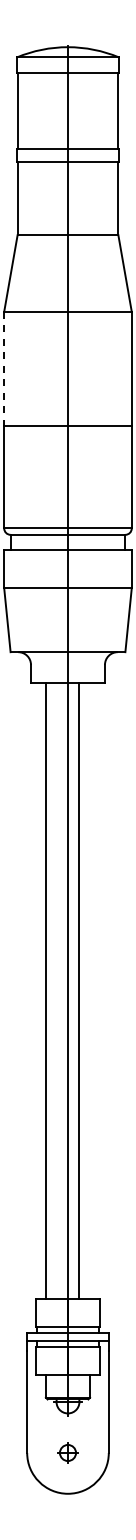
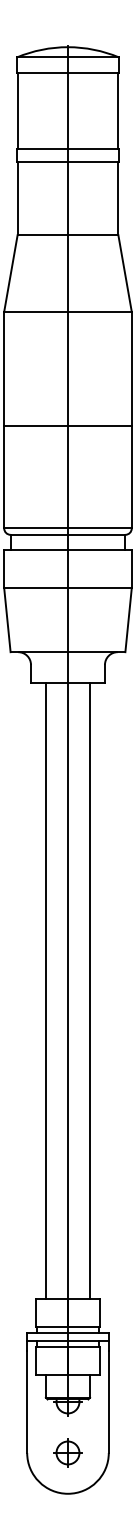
line at (4, 369): dashed -> solid
line at (79, 990) position: (79, 990) -> (90, 990)
part at (67, 1452) size: 22x22 px -> 30x30 px
